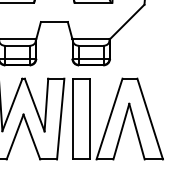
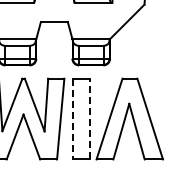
line at (90, 118): solid -> dashed
line at (73, 119): solid -> dashed
